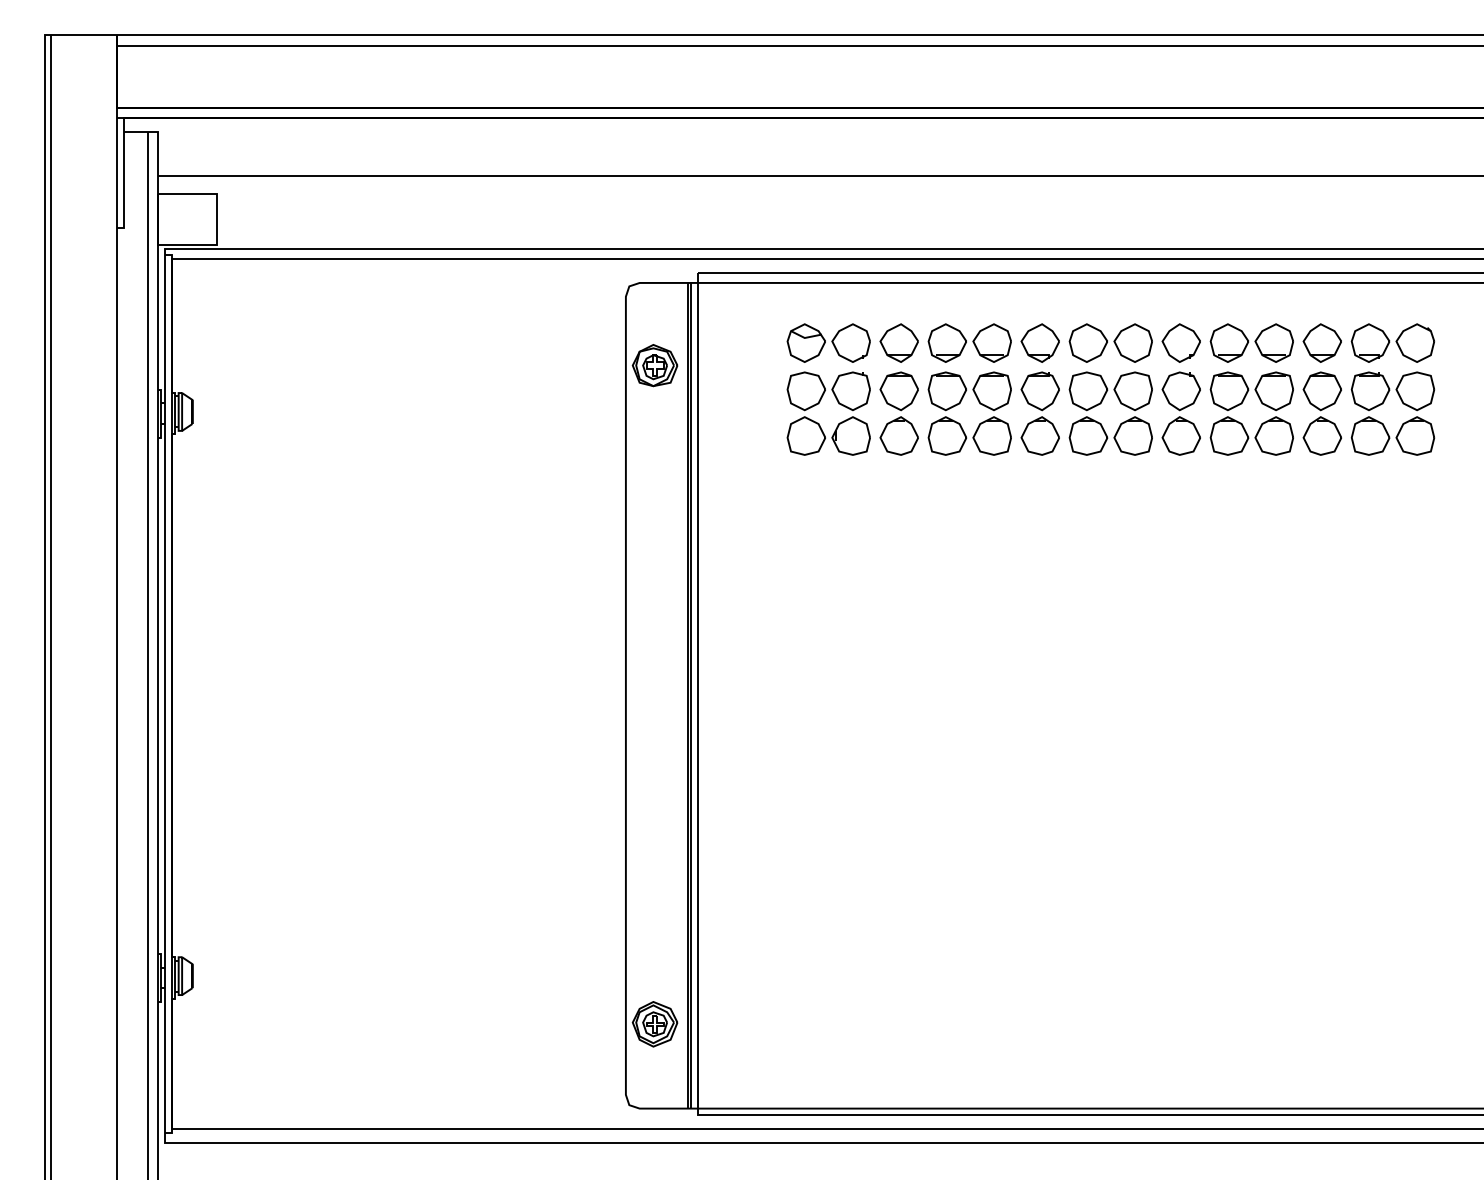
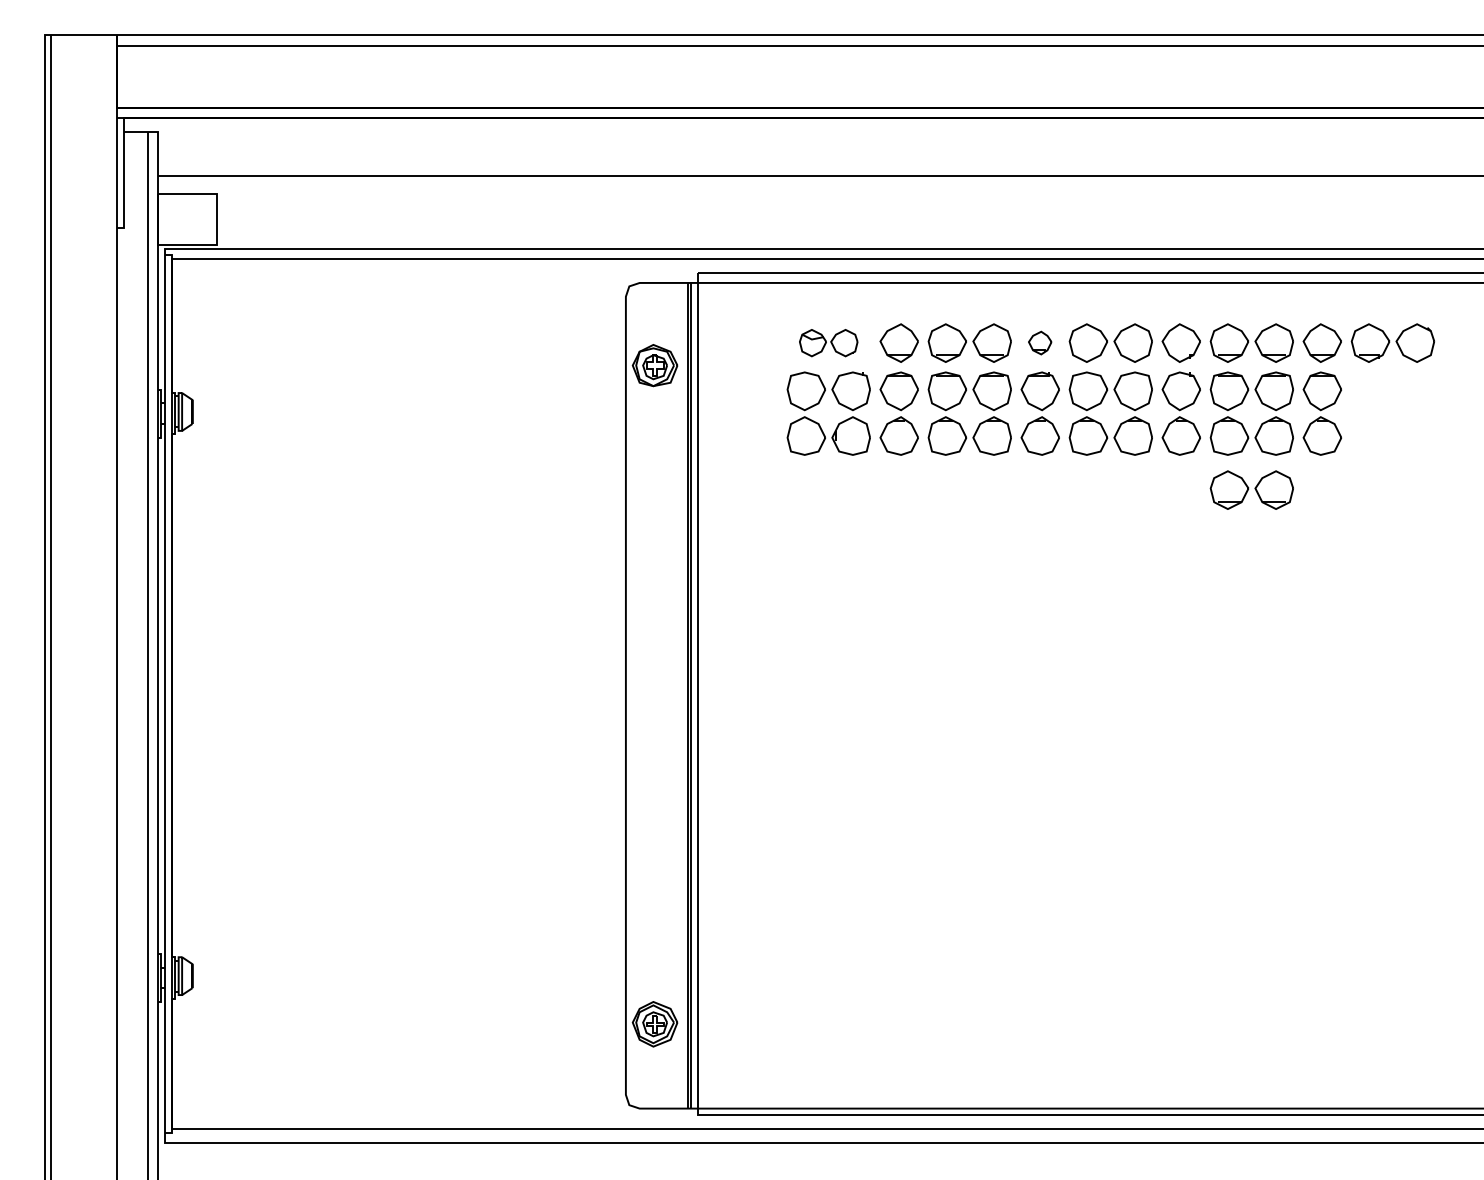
part at (828, 342) size: 85x40 px -> 60x29 px
part at (1039, 342) size: 40x40 px -> 25x26 px
part at (1383, 403): present -> none
part at (1251, 489): none -> present
